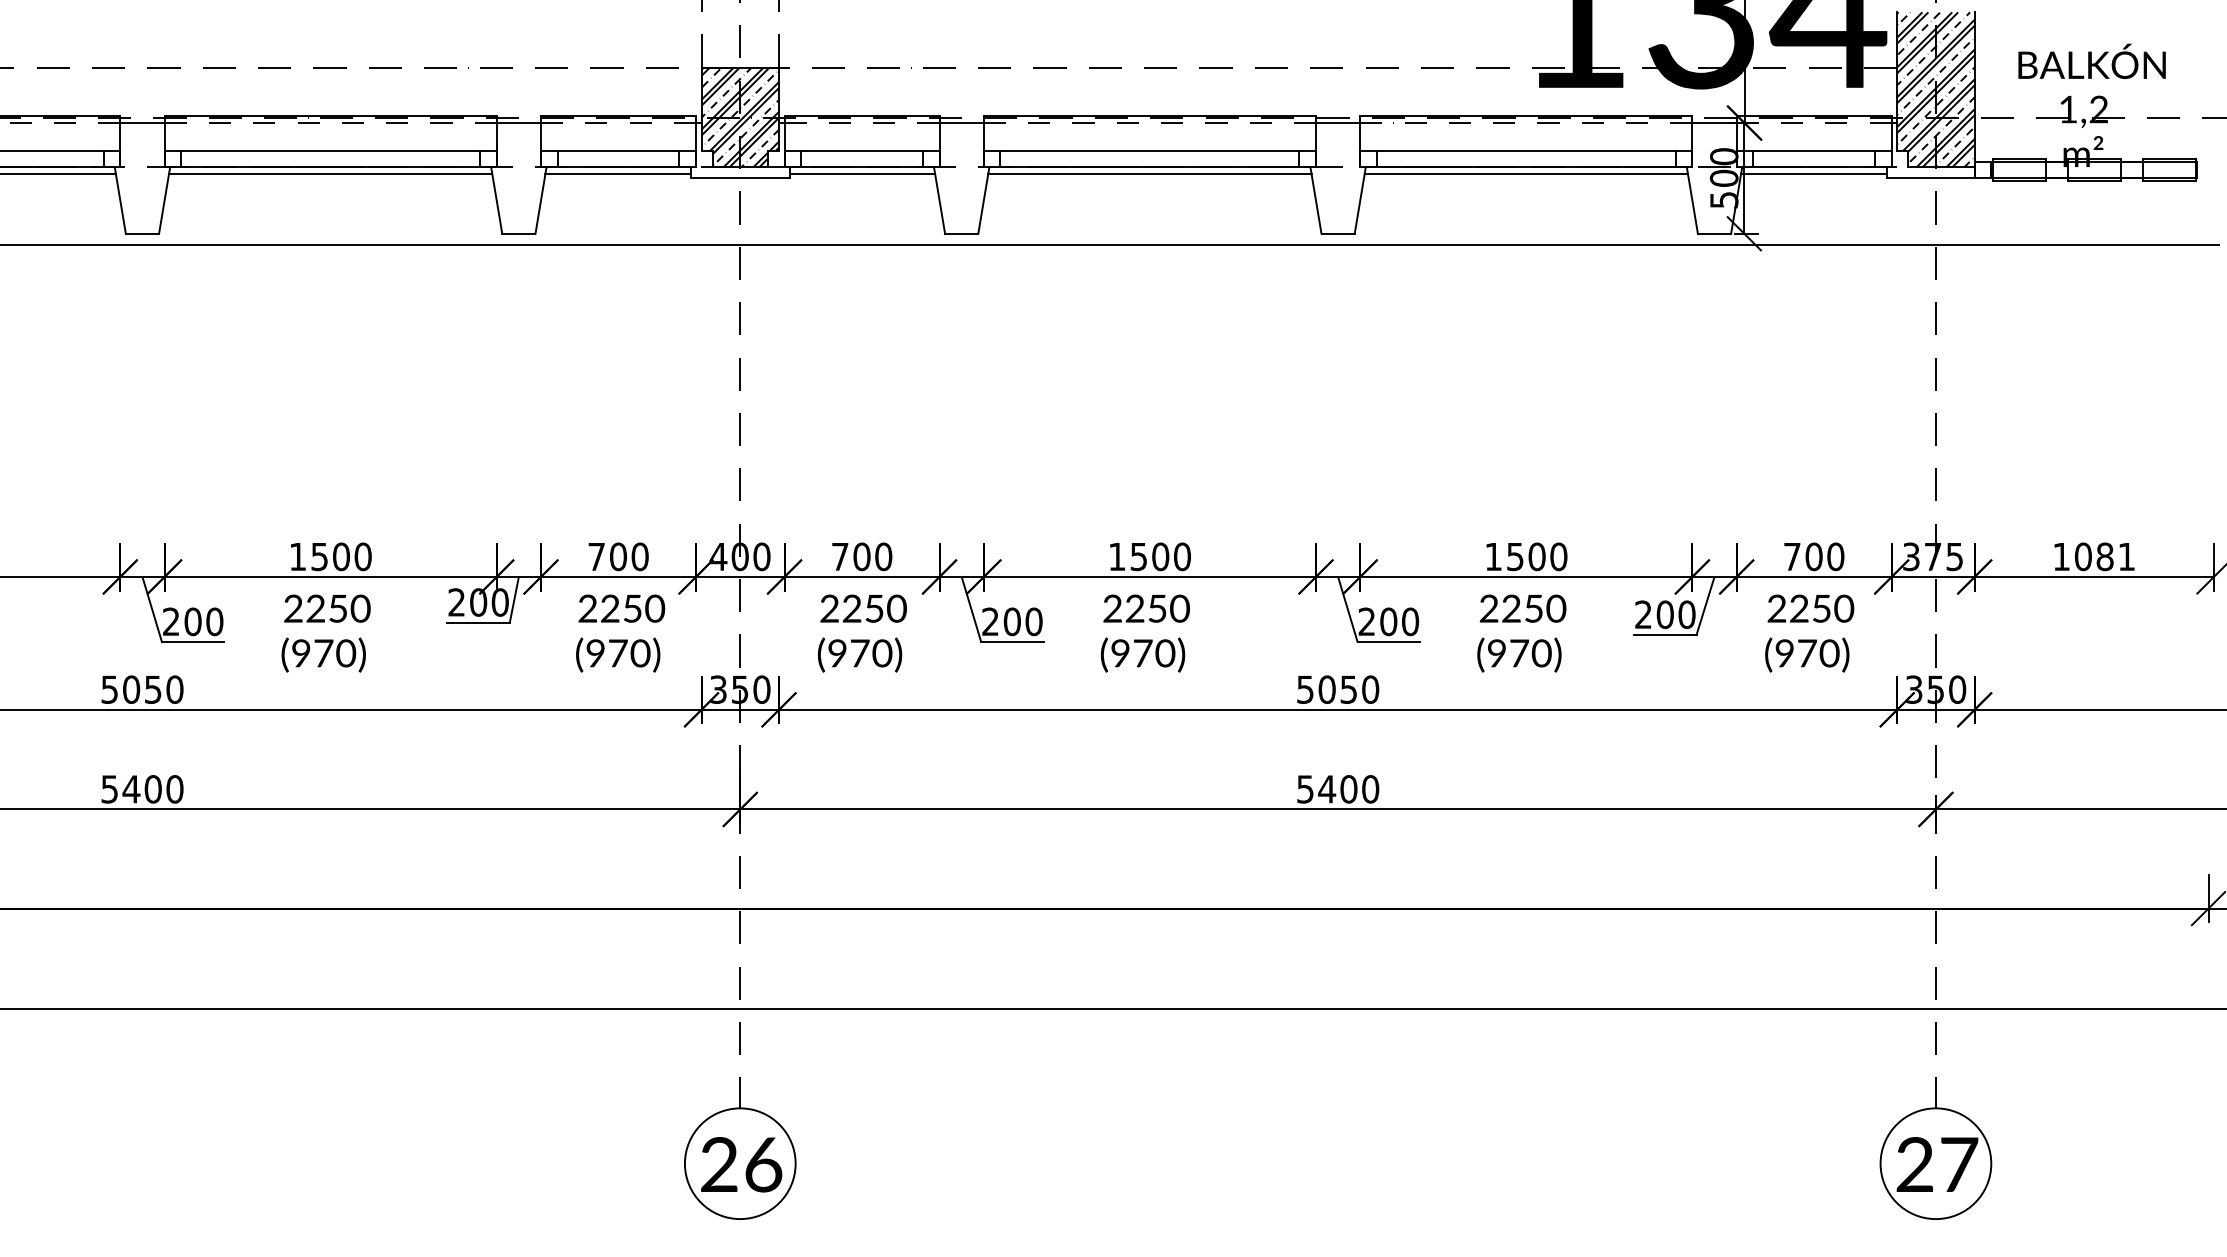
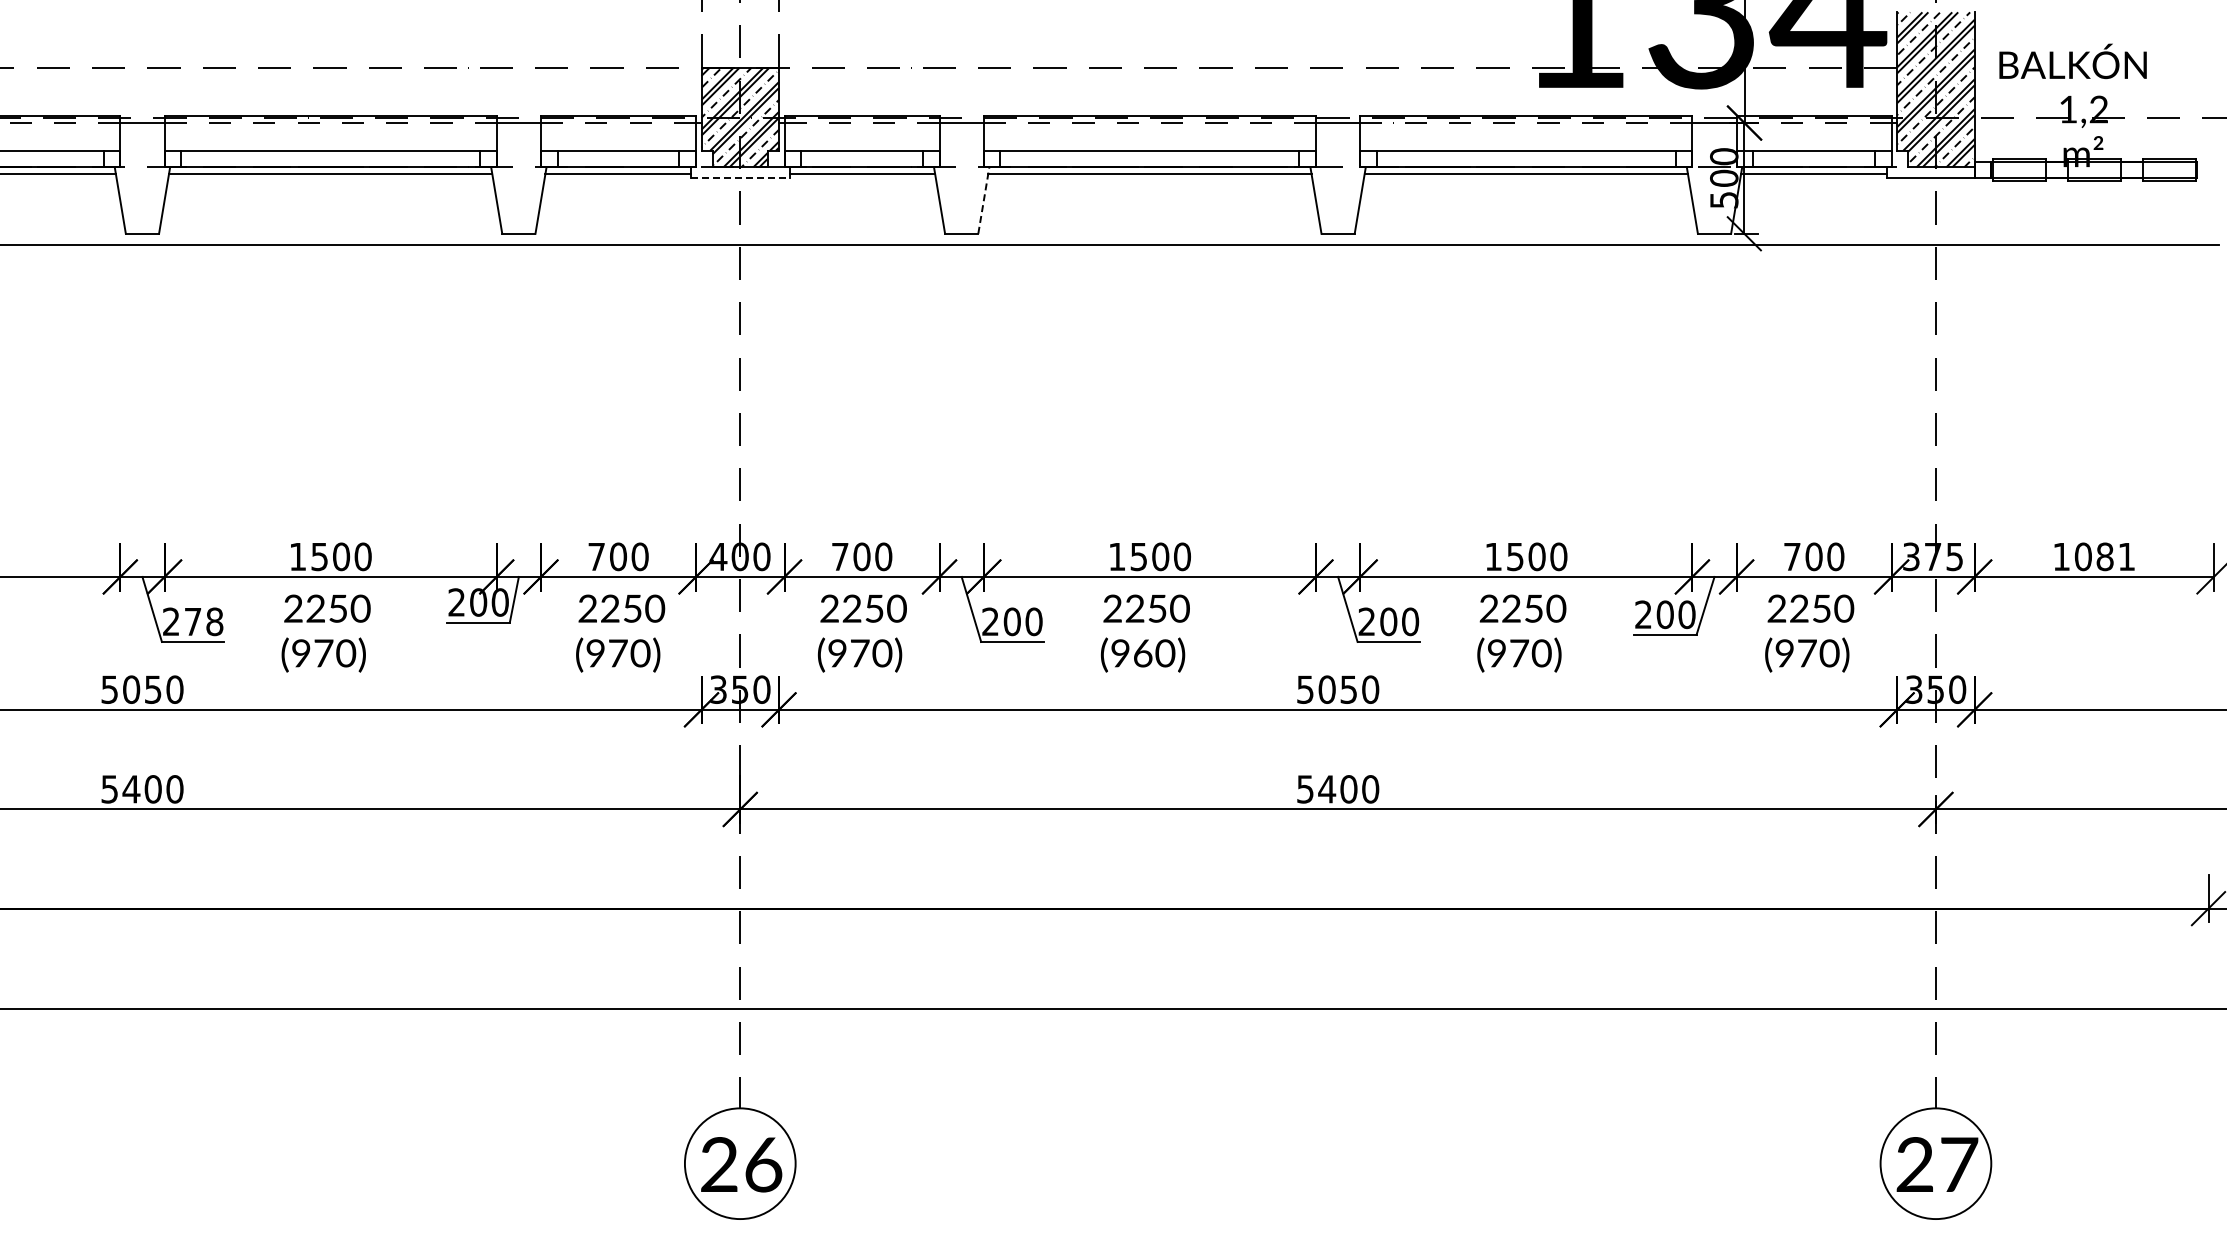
text at (2091, 61) position: (2091, 61) -> (2072, 61)
line at (740, 178): solid -> dashed
line at (983, 200): solid -> dashed
text at (203, 621): 200 -> 278
text at (1143, 653): (970) -> (960)
